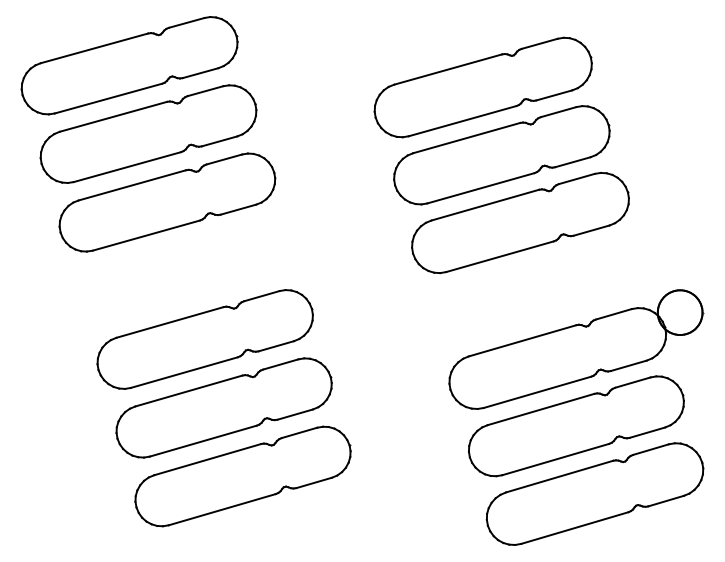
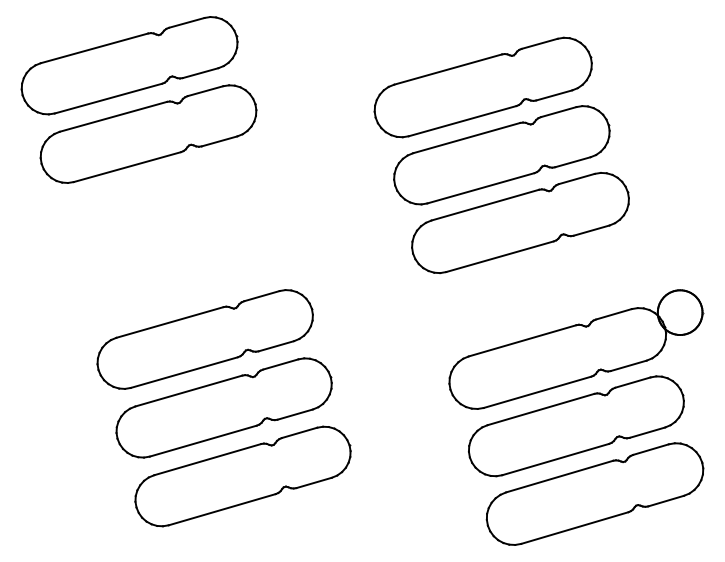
part at (167, 202): present -> none
